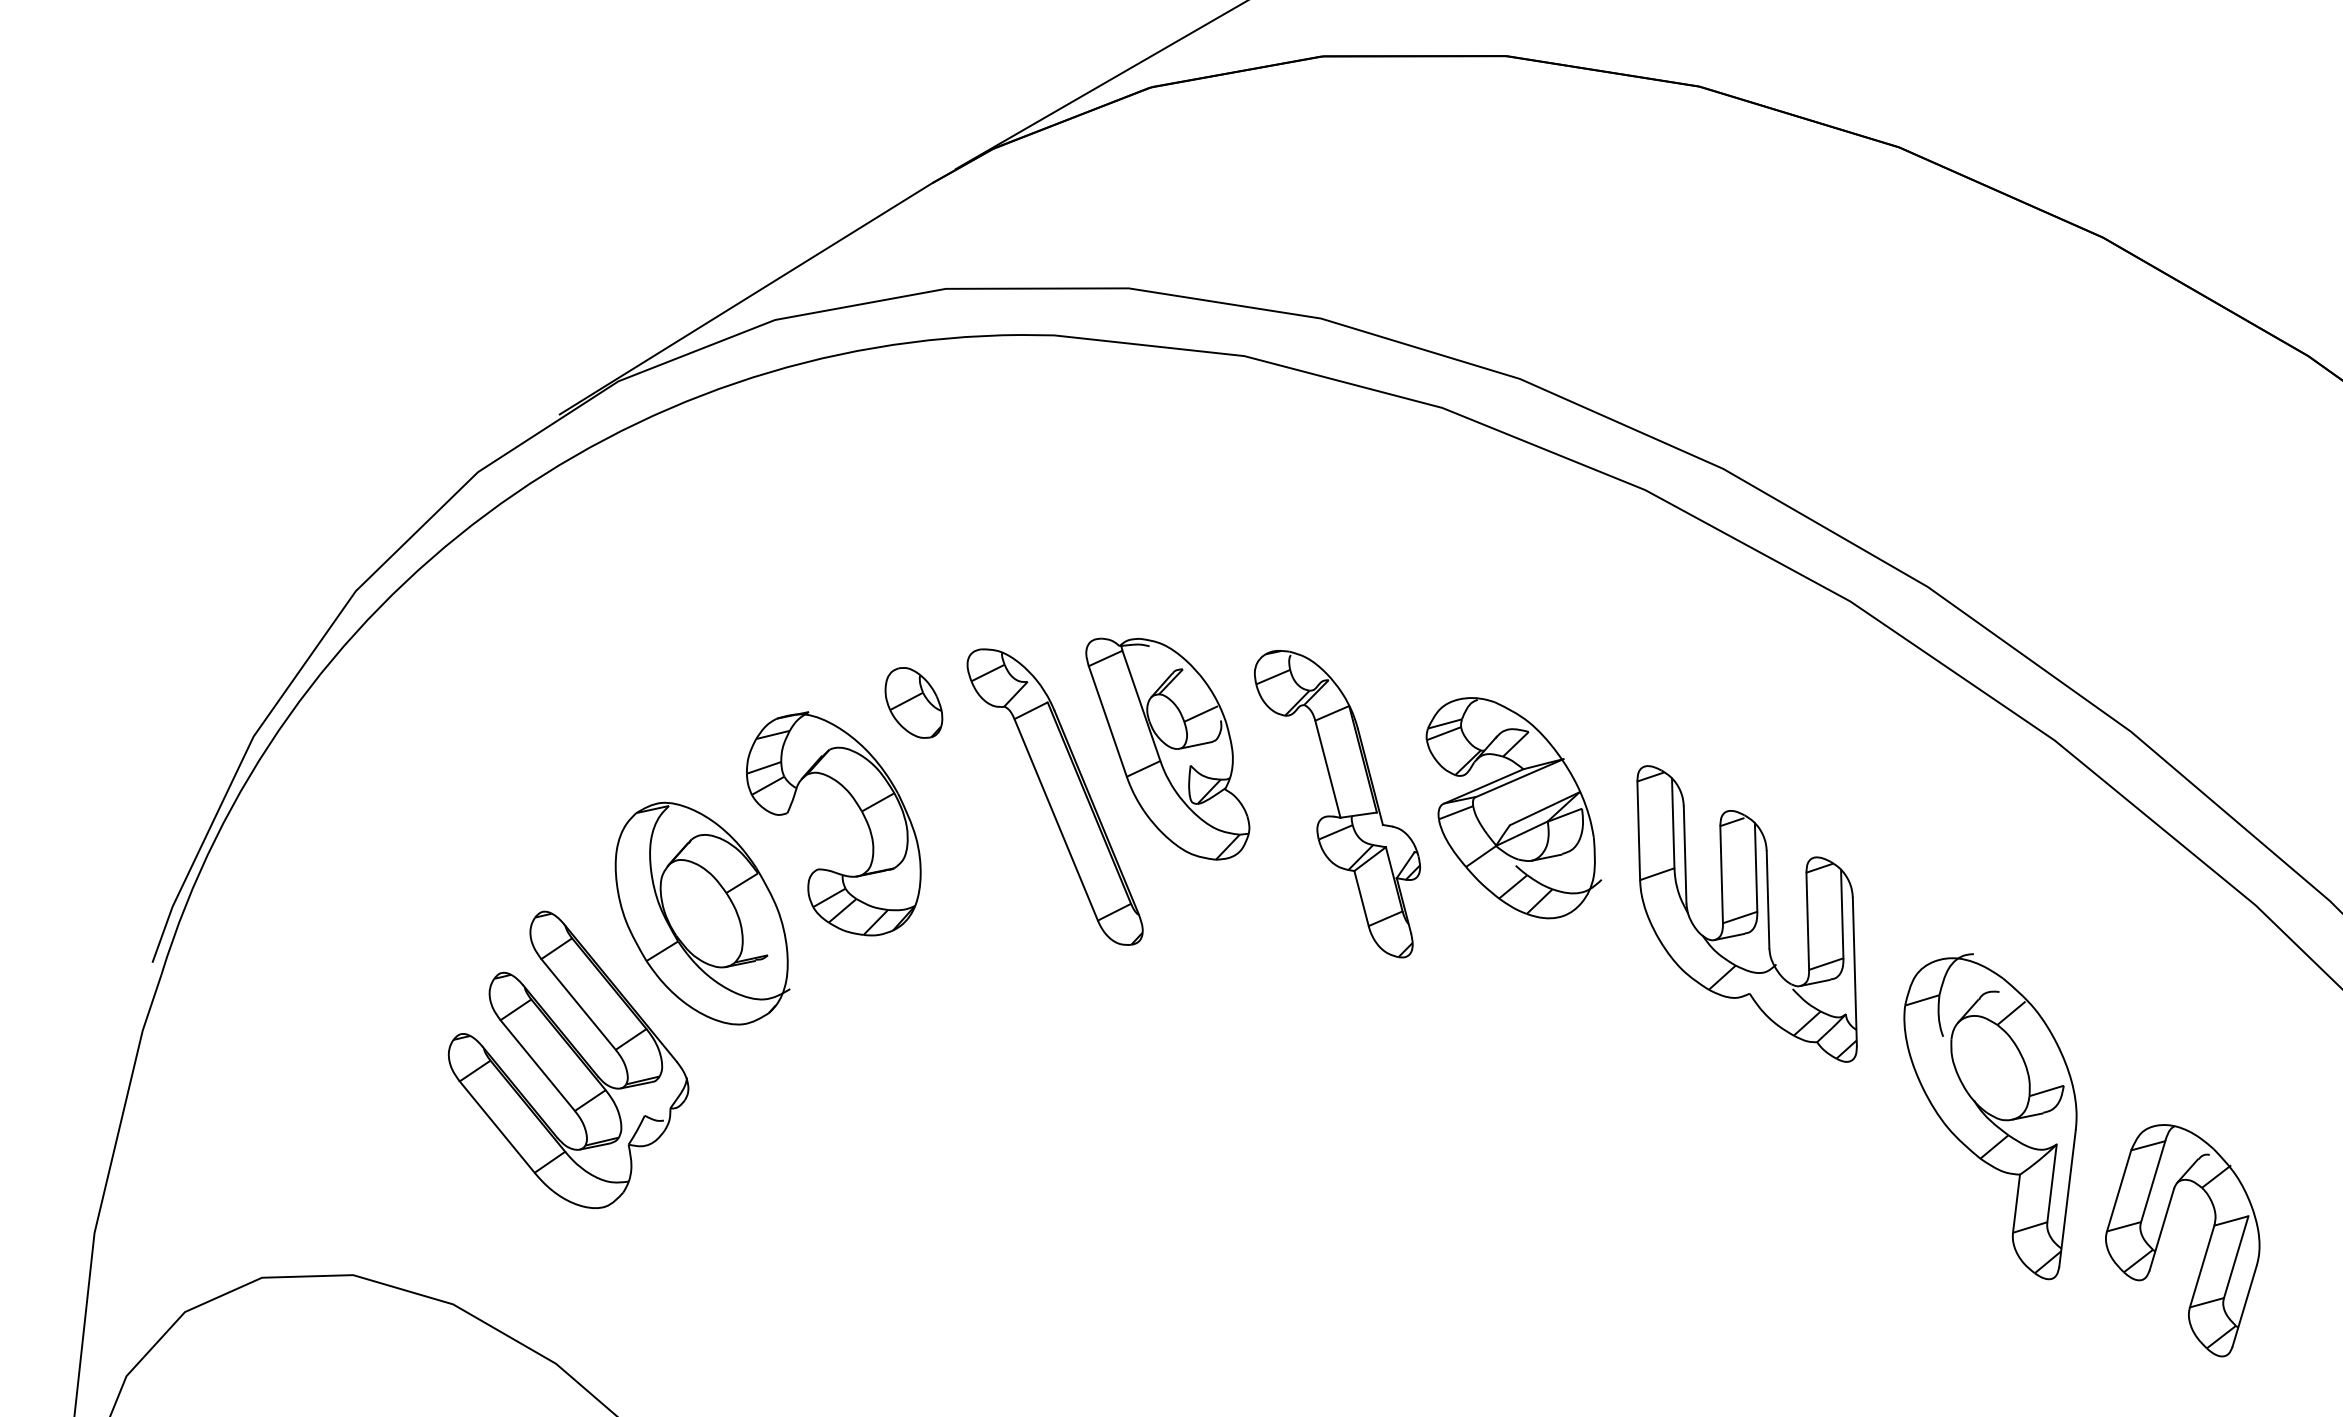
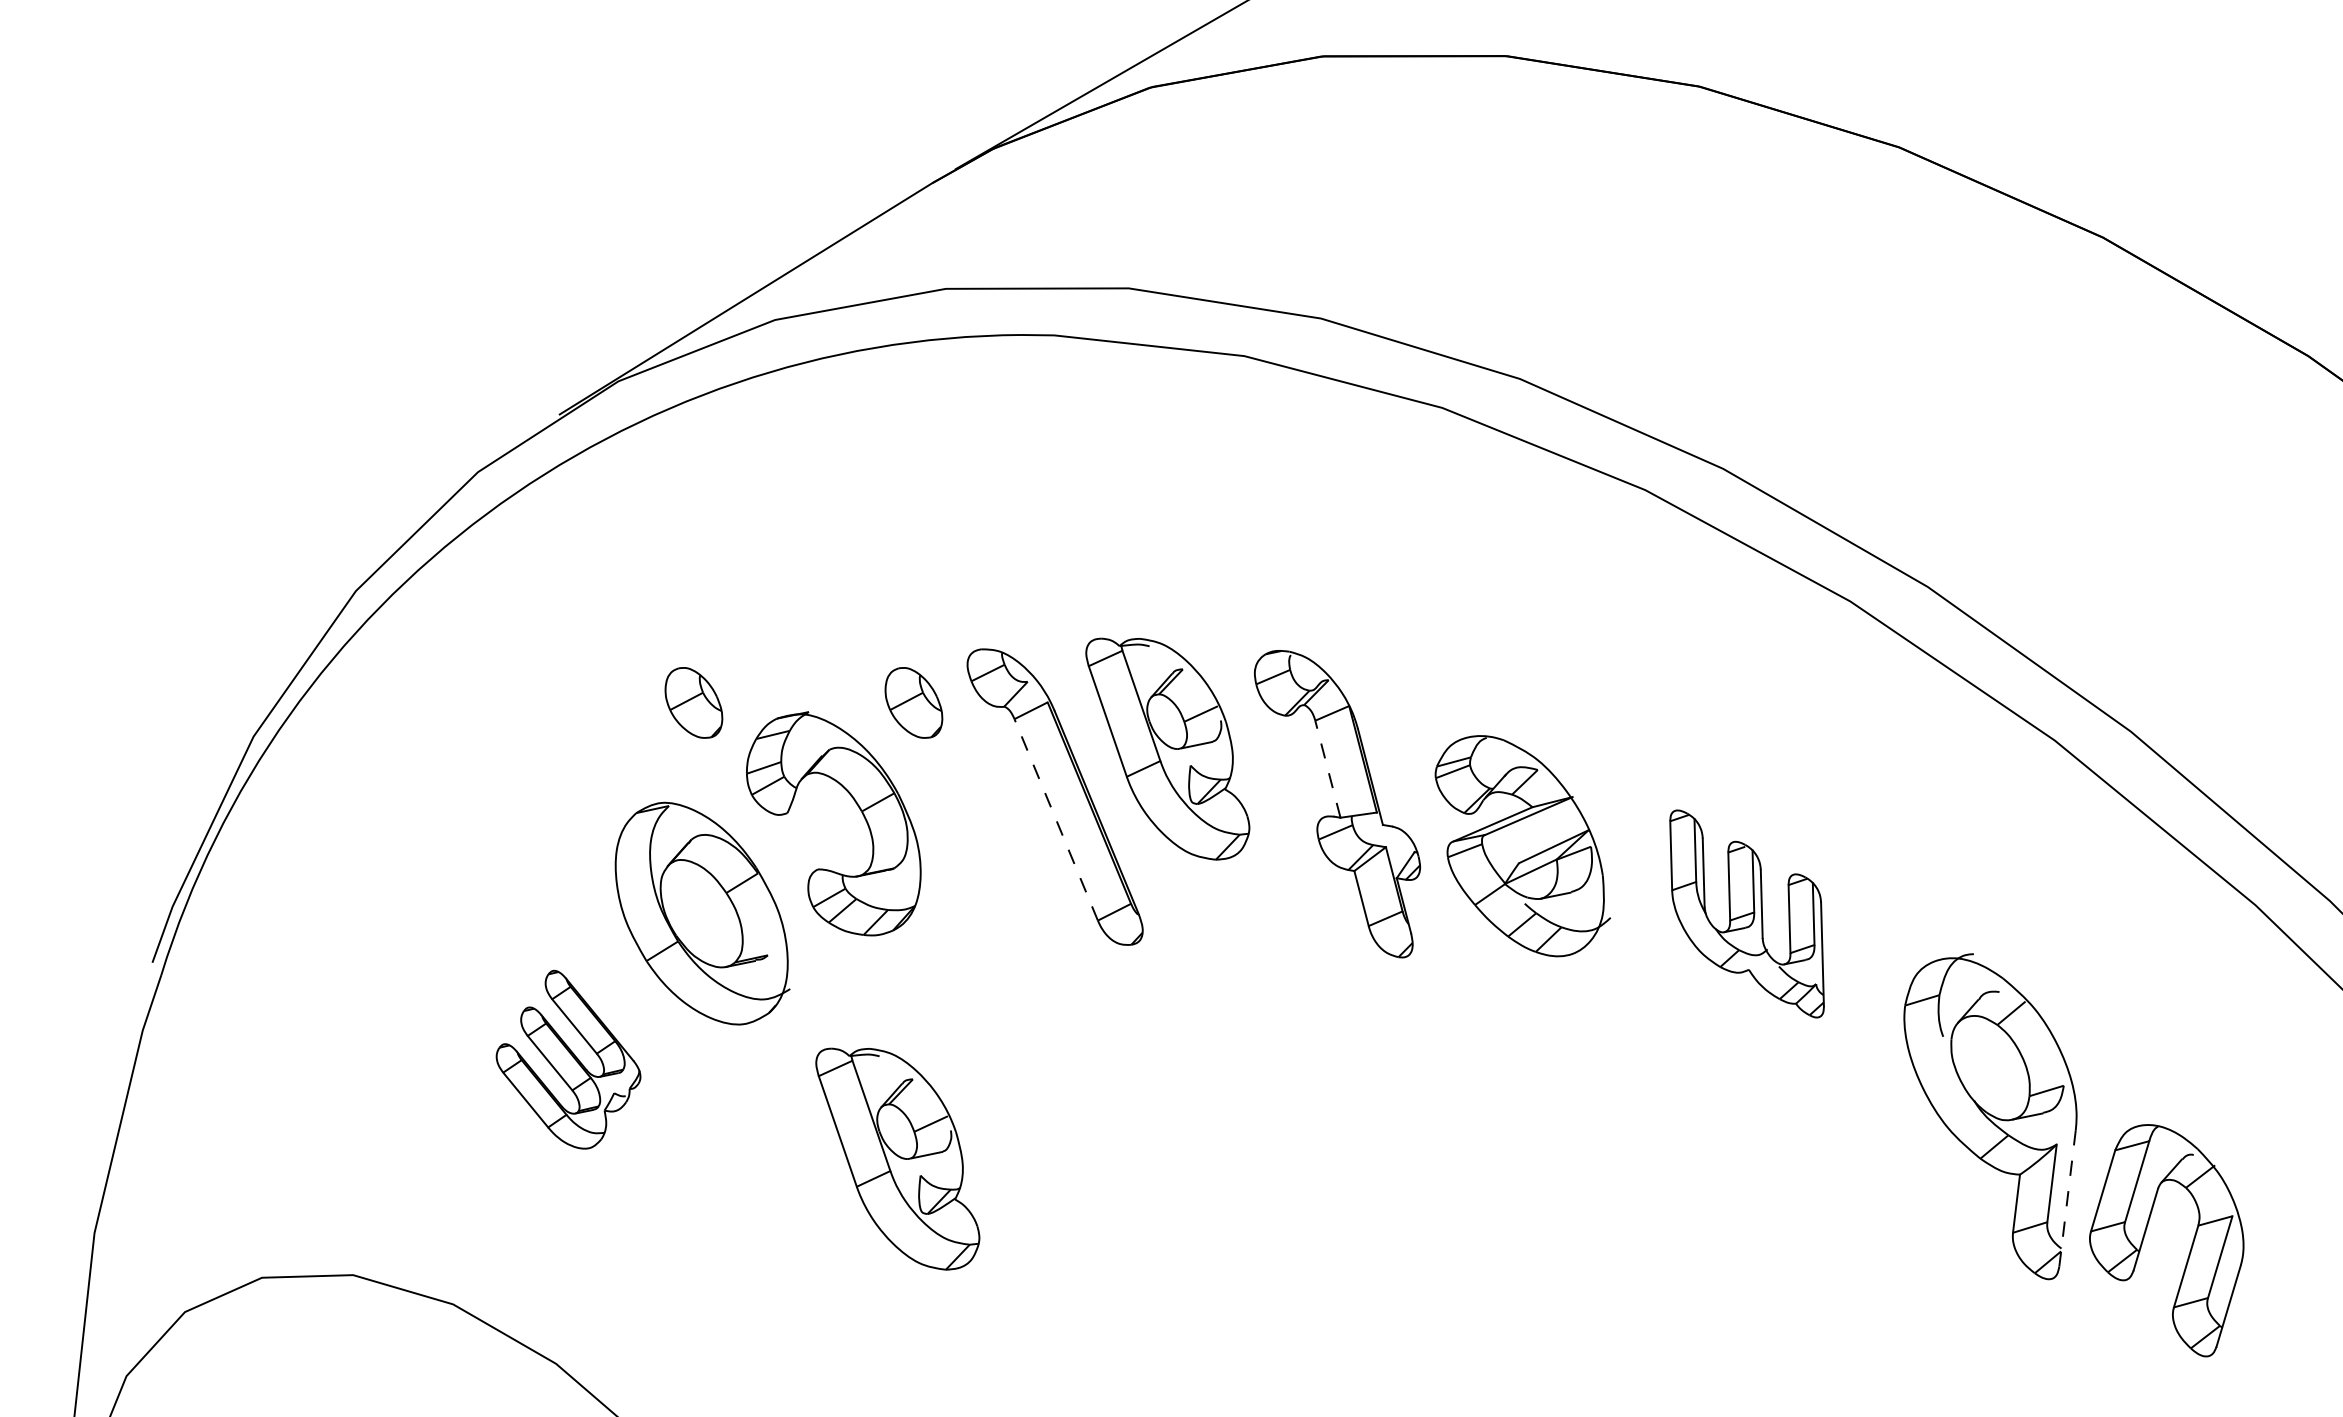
part at (693, 702): none -> present
line at (1327, 768): solid -> dashed
part at (1513, 808) position: (1513, 808) -> (1522, 846)
line at (1056, 819): solid -> dashed
part at (1746, 913) size: 222x298 px -> 156x210 px
part at (568, 1059) size: 243x299 px -> 147x181 px
part at (897, 1158): none -> present
line at (2067, 1198): solid -> dashed
part at (2161, 1234) position: (2161, 1234) -> (2145, 1234)
